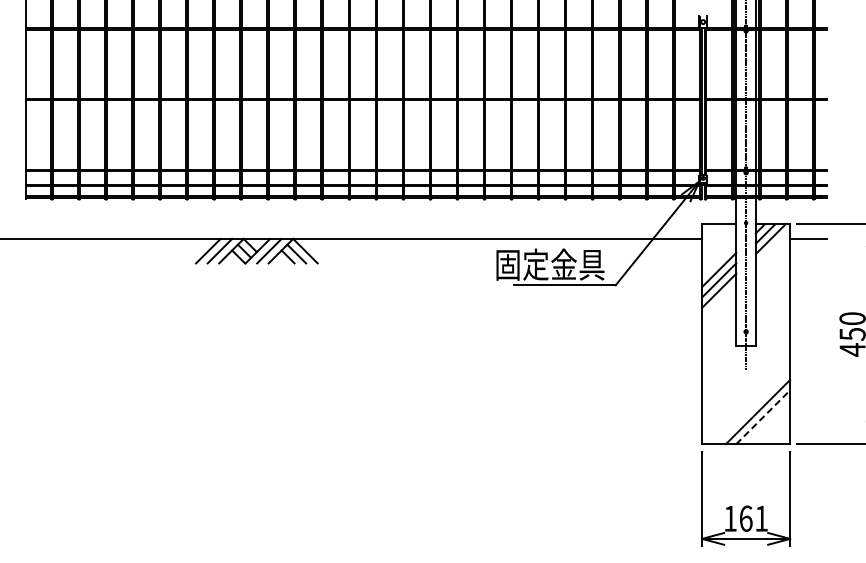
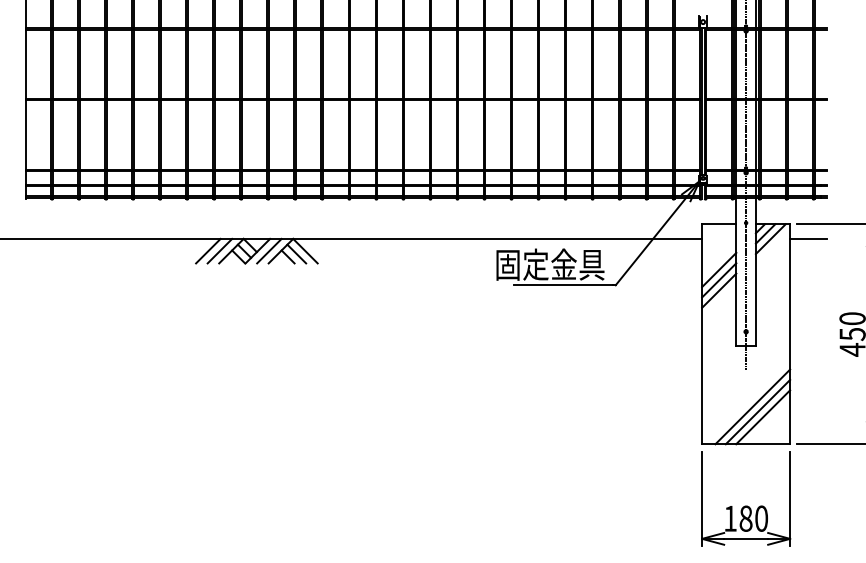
line at (752, 406): none -> present
line at (763, 416): dashed -> solid
text at (753, 518): 161 -> 180
